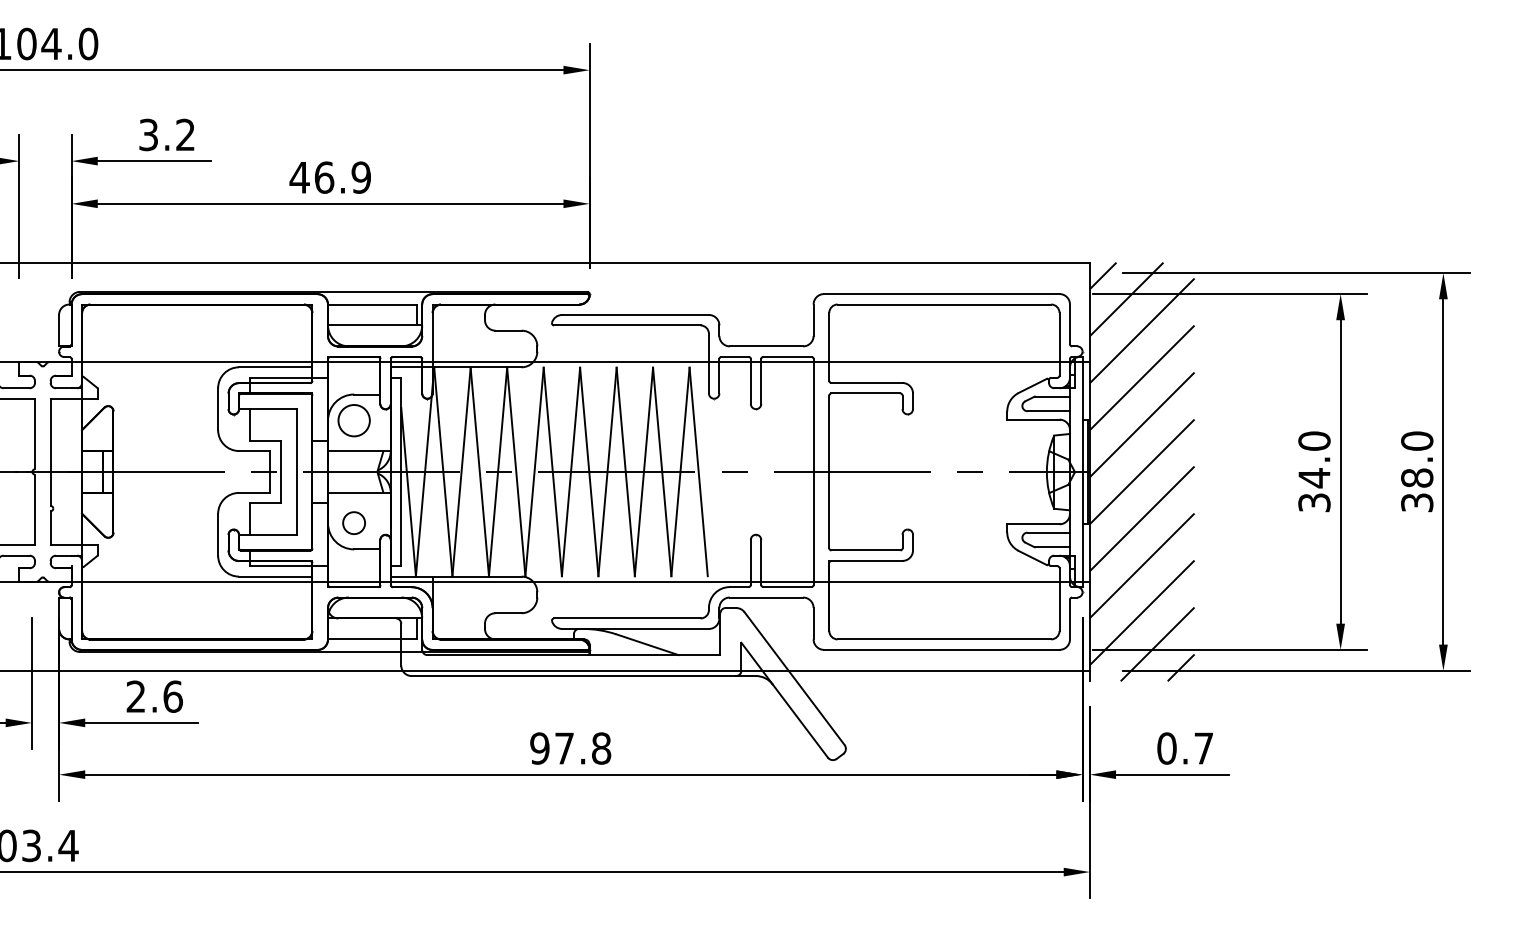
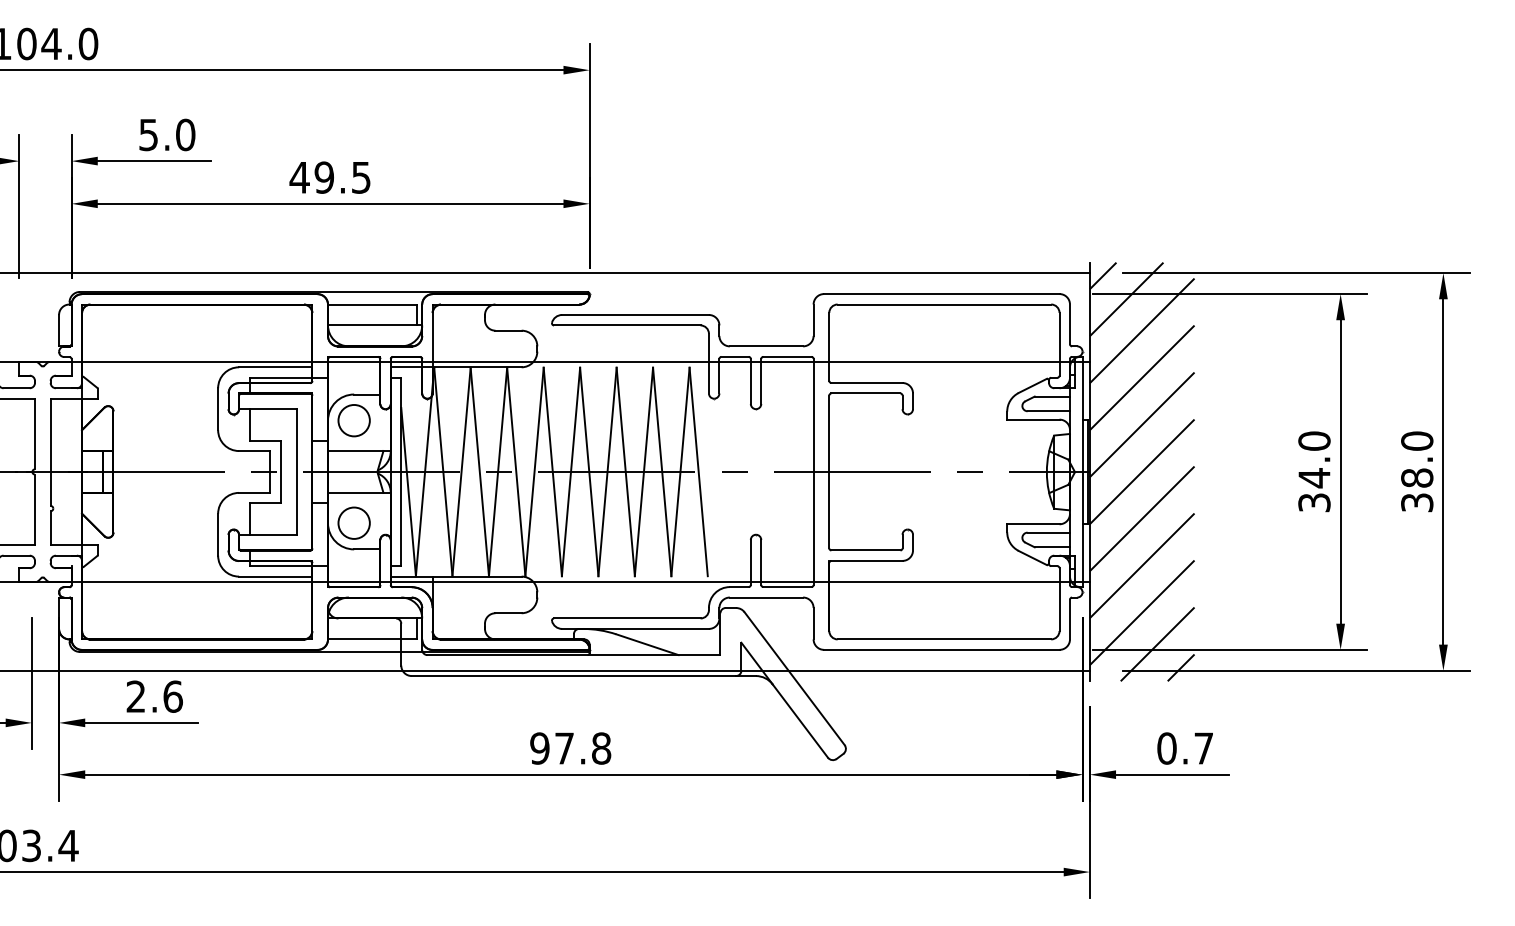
text at (167, 134): 3.2 -> 5.0
text at (342, 177): 46.9 -> 49.5
line at (545, 263) position: (545, 263) -> (545, 273)
circle at (353, 522) size: 24x24 px -> 34x34 px
